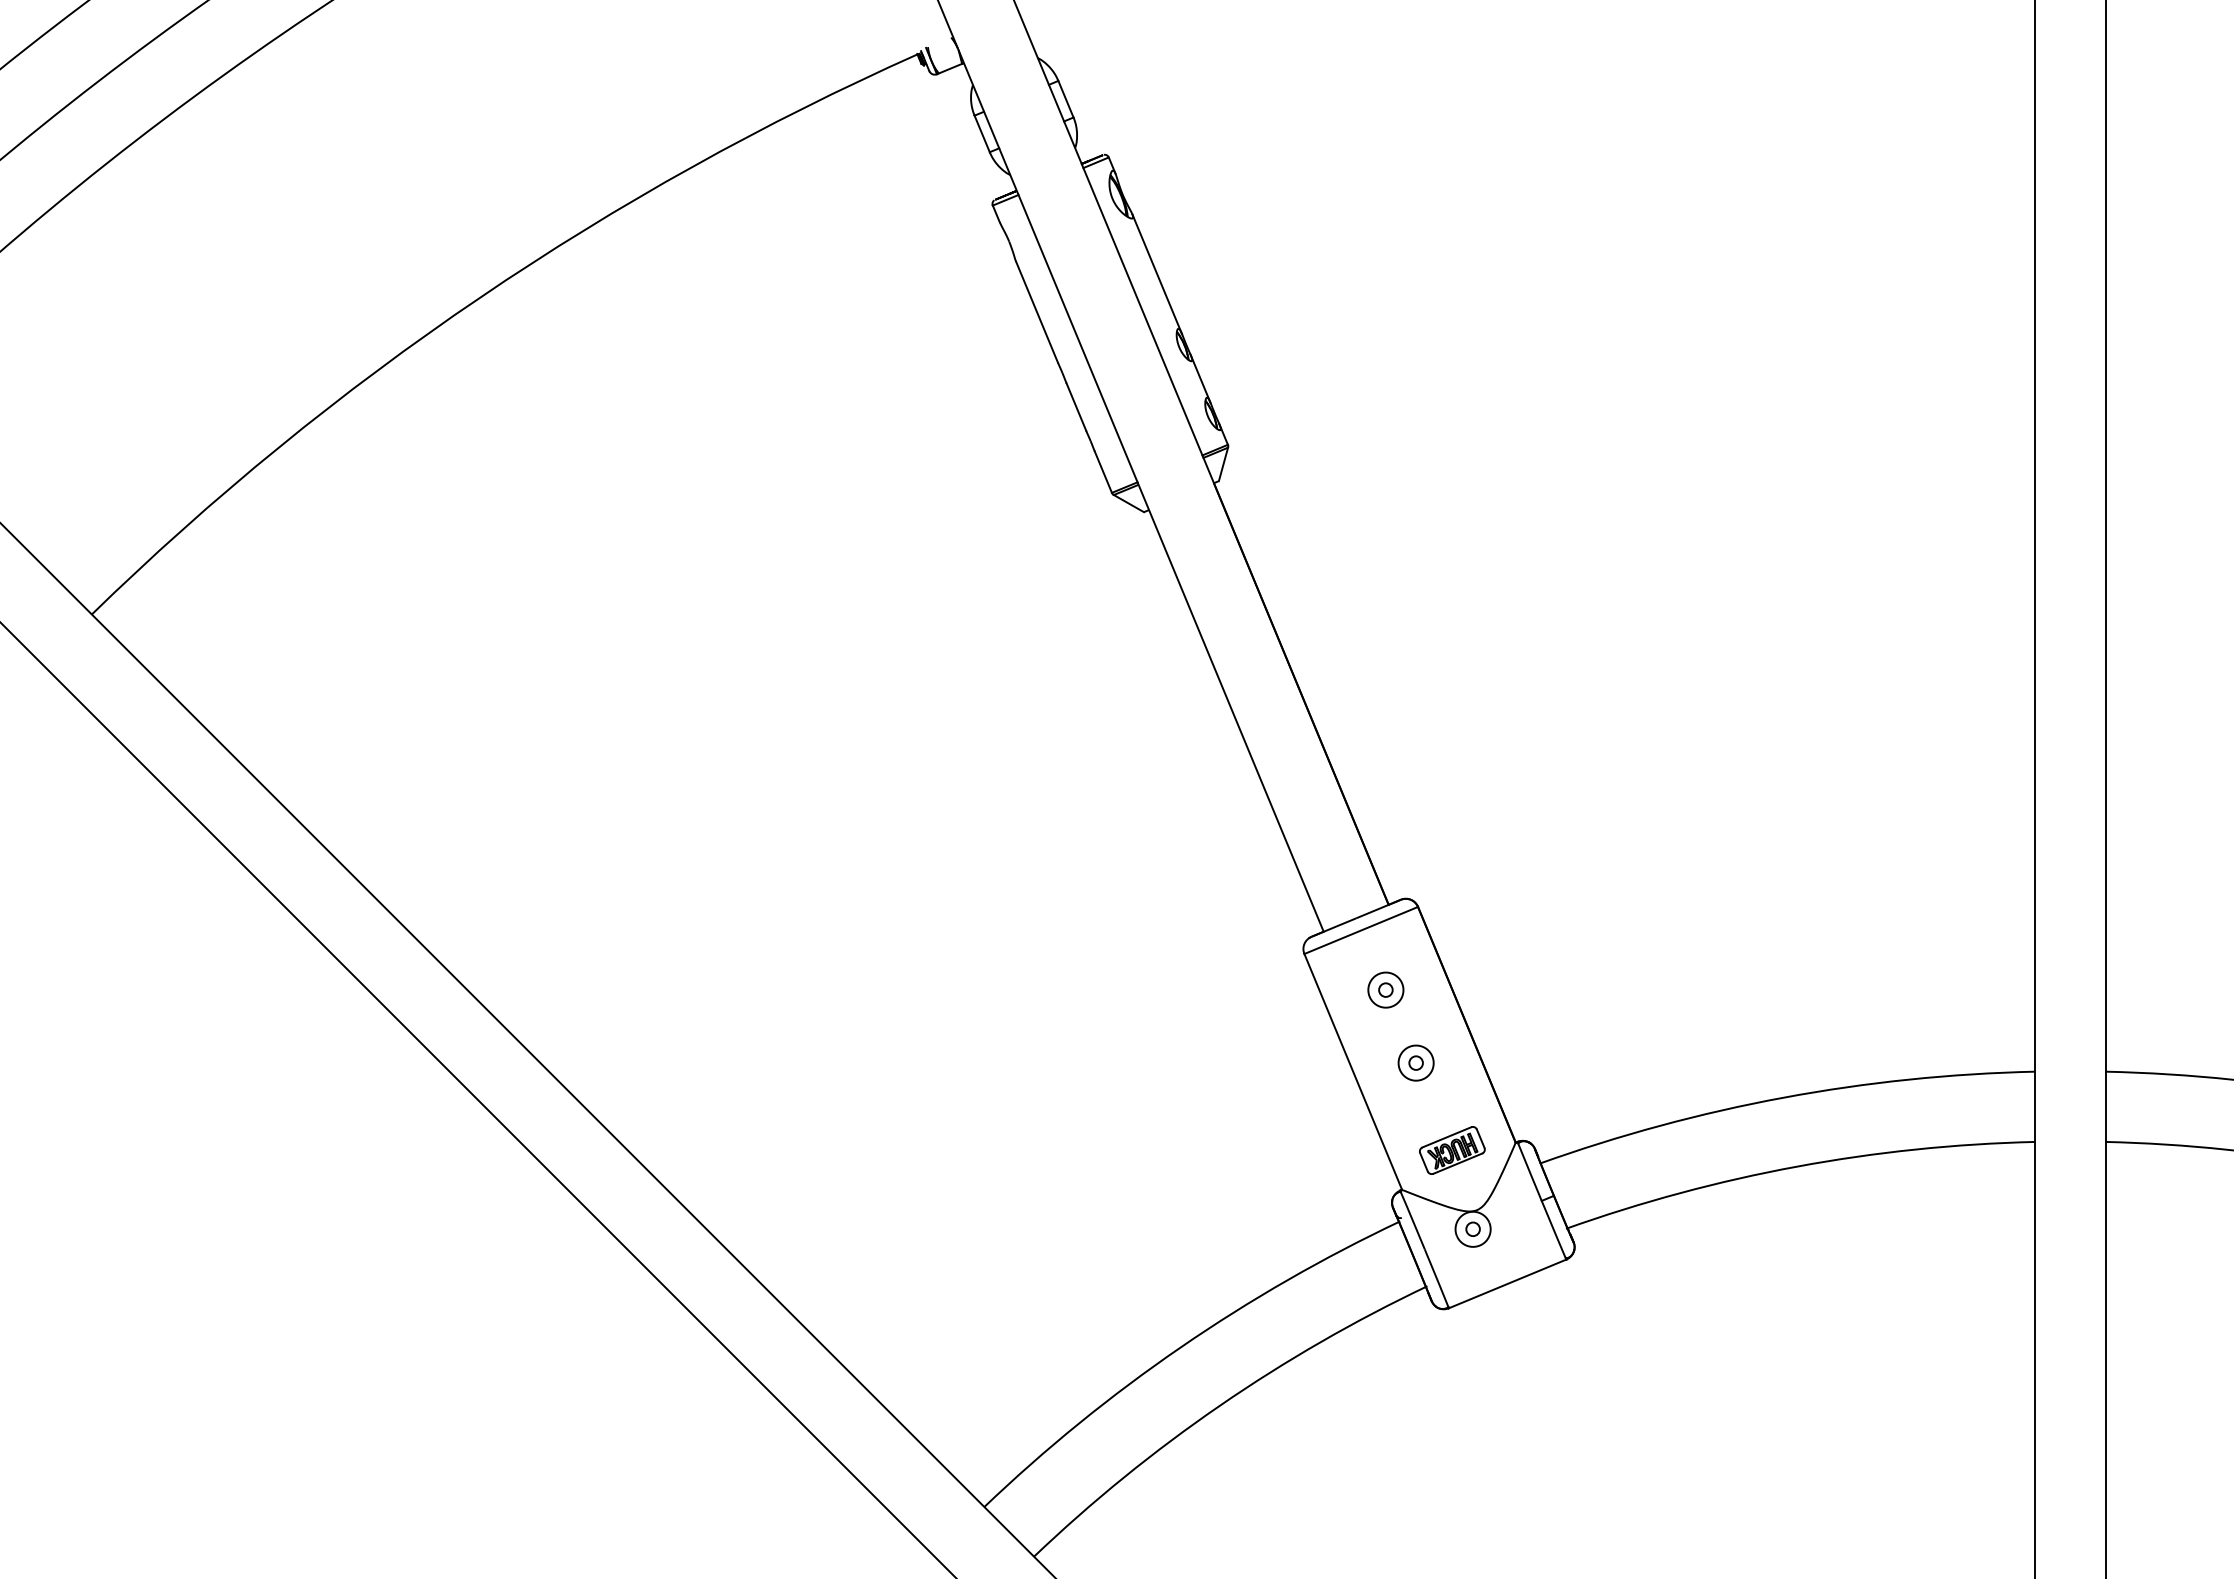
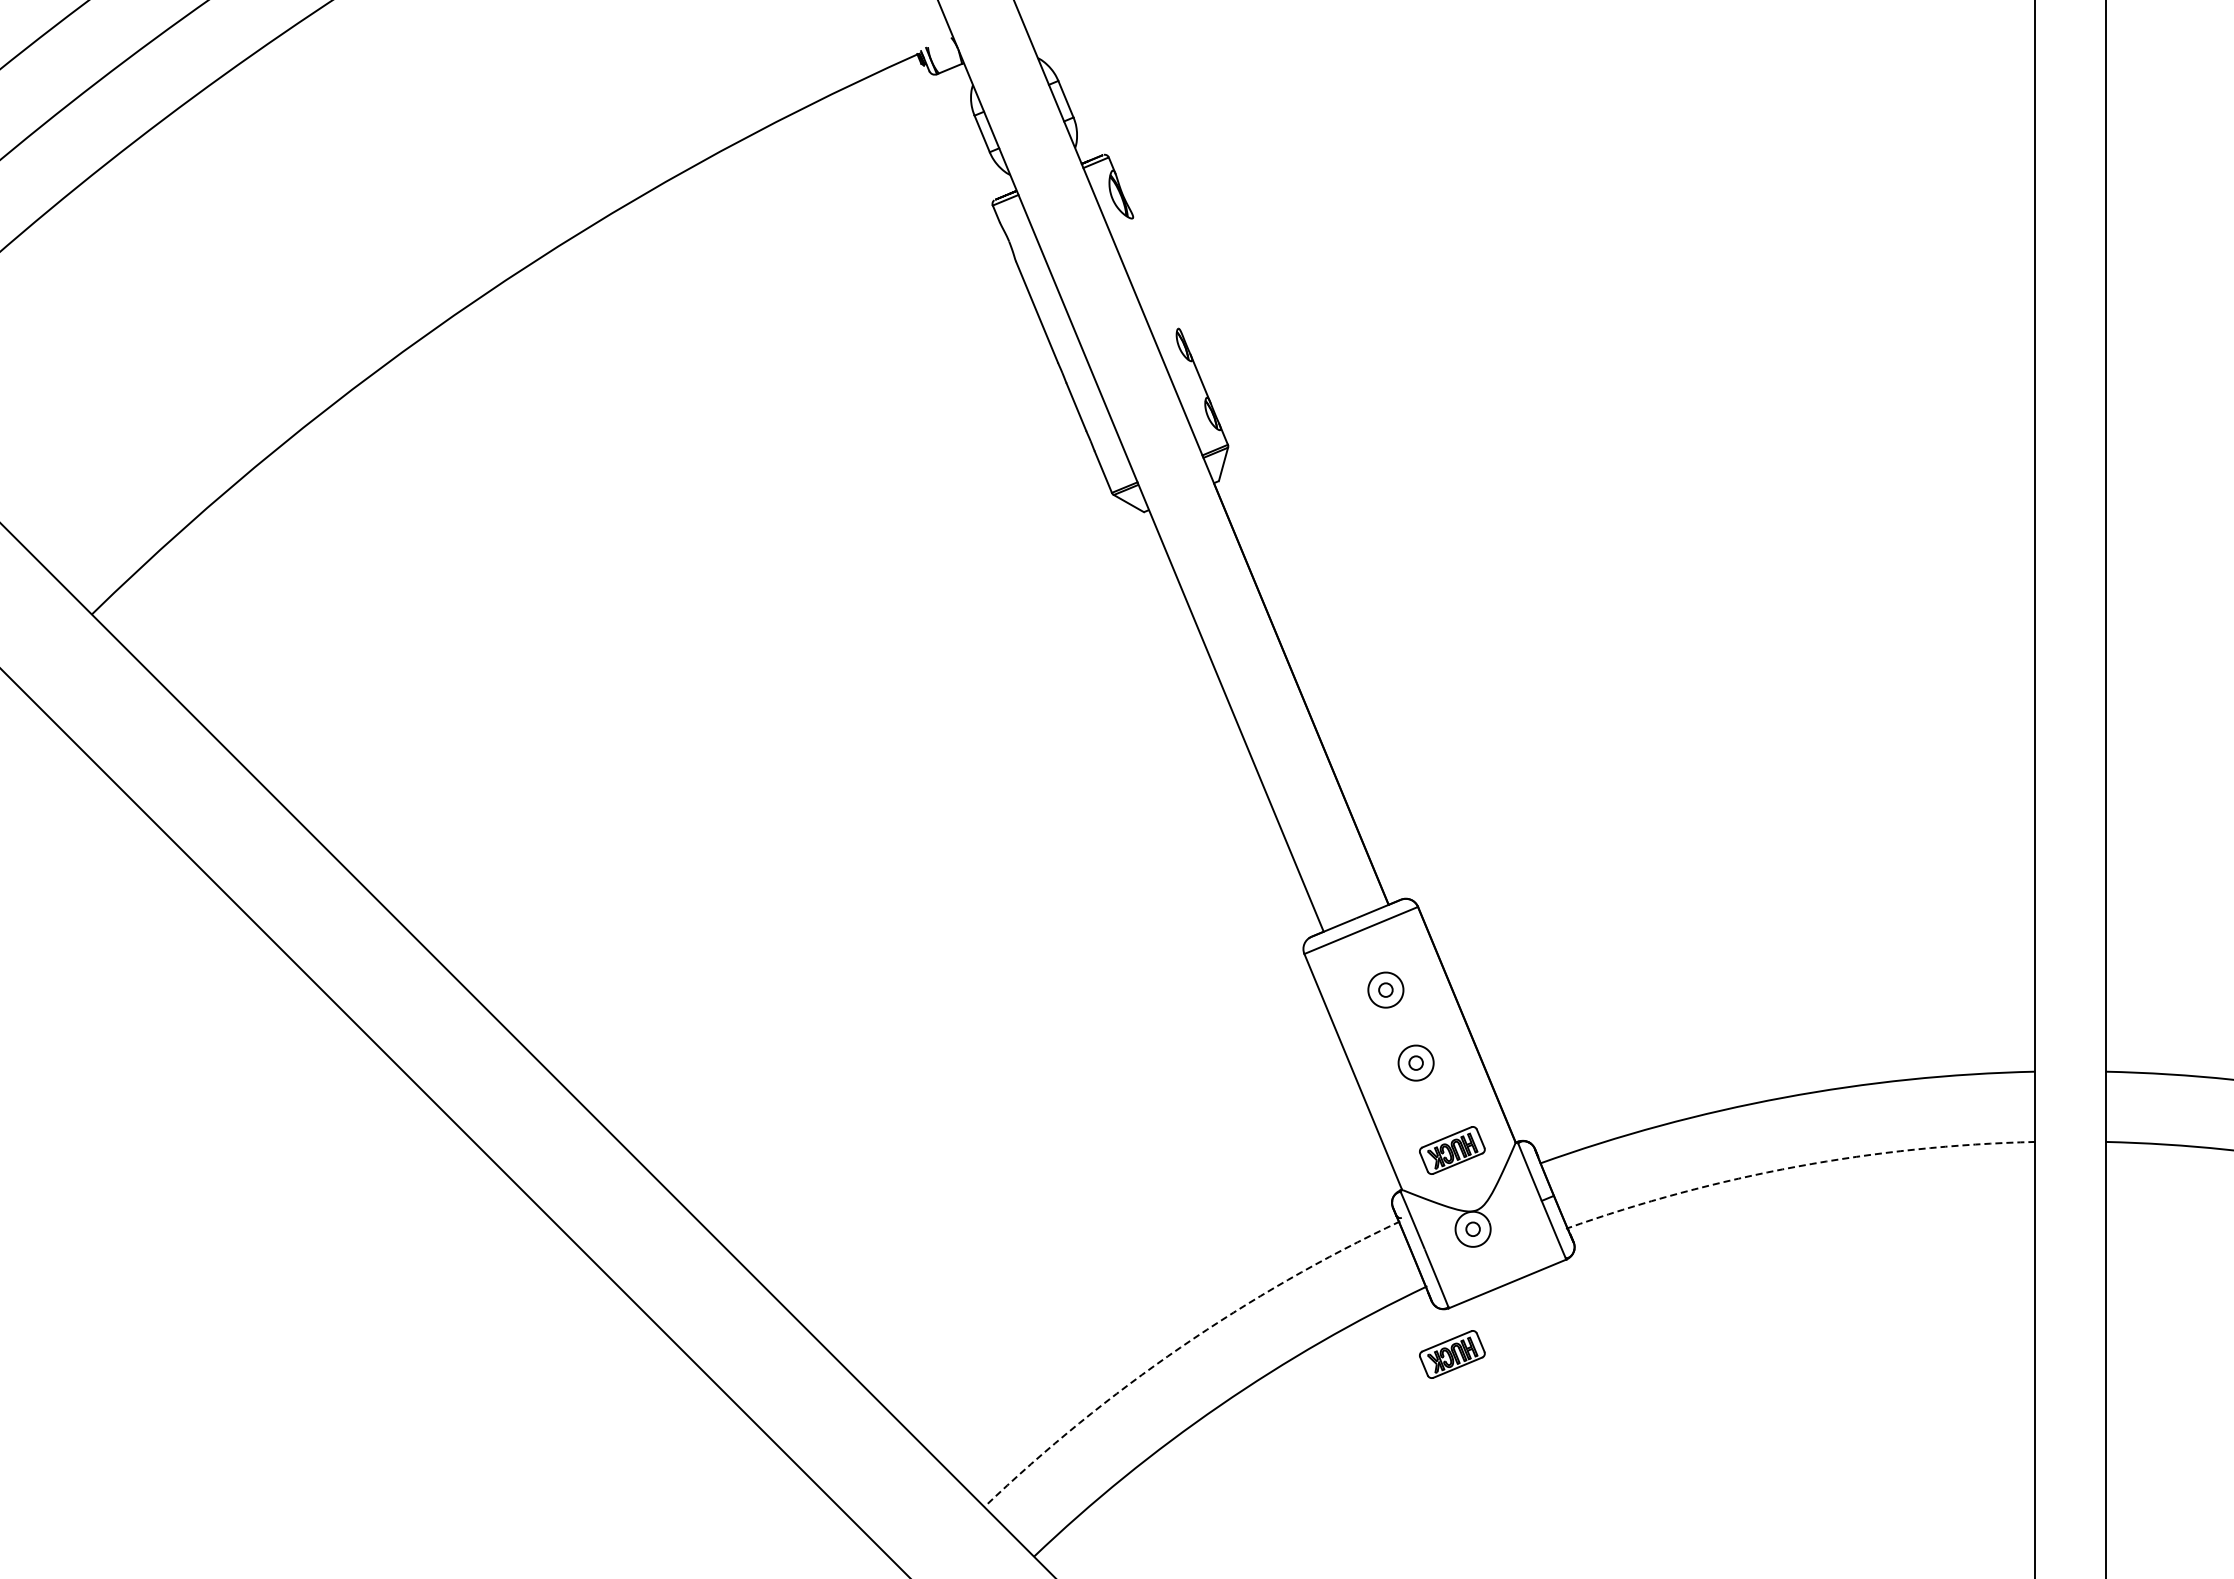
line at (1157, 274): present -> none
line at (477, 1099) position: (477, 1099) -> (454, 1122)
arc at (1797, 1166): solid -> dashed
arc at (1180, 1347): solid -> dashed
part at (1452, 1354): none -> present
